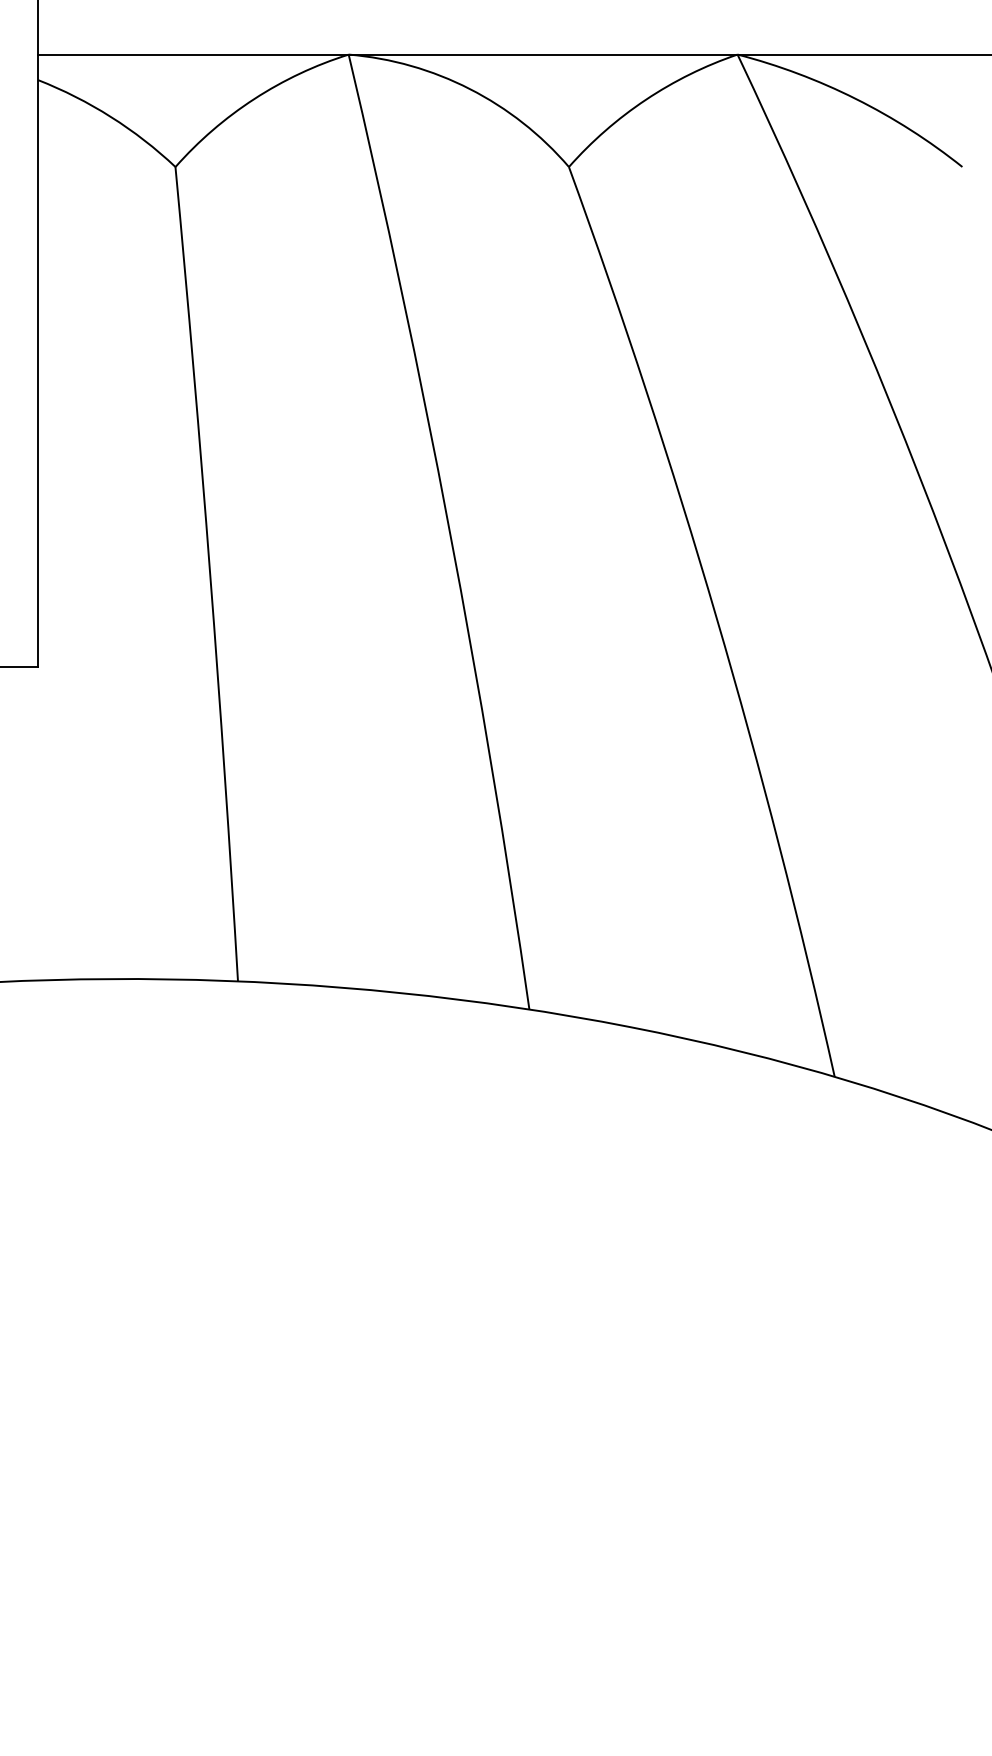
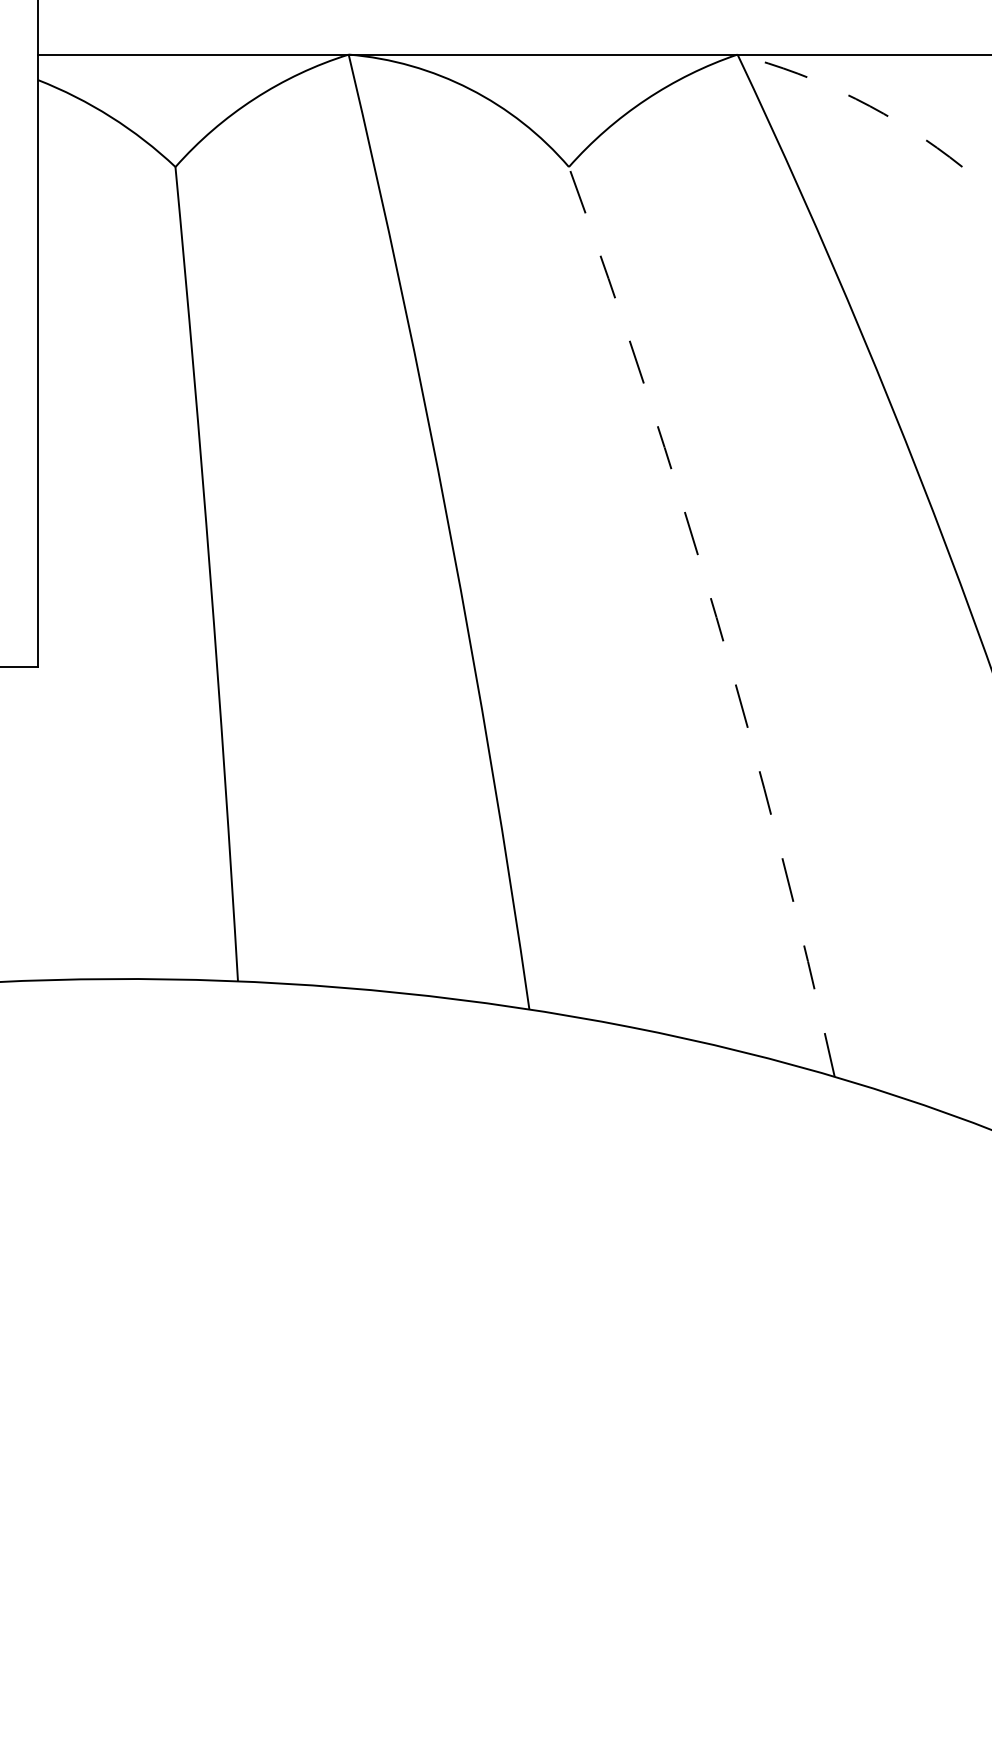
arc at (855, 98): solid -> dashed
arc at (716, 617): solid -> dashed
